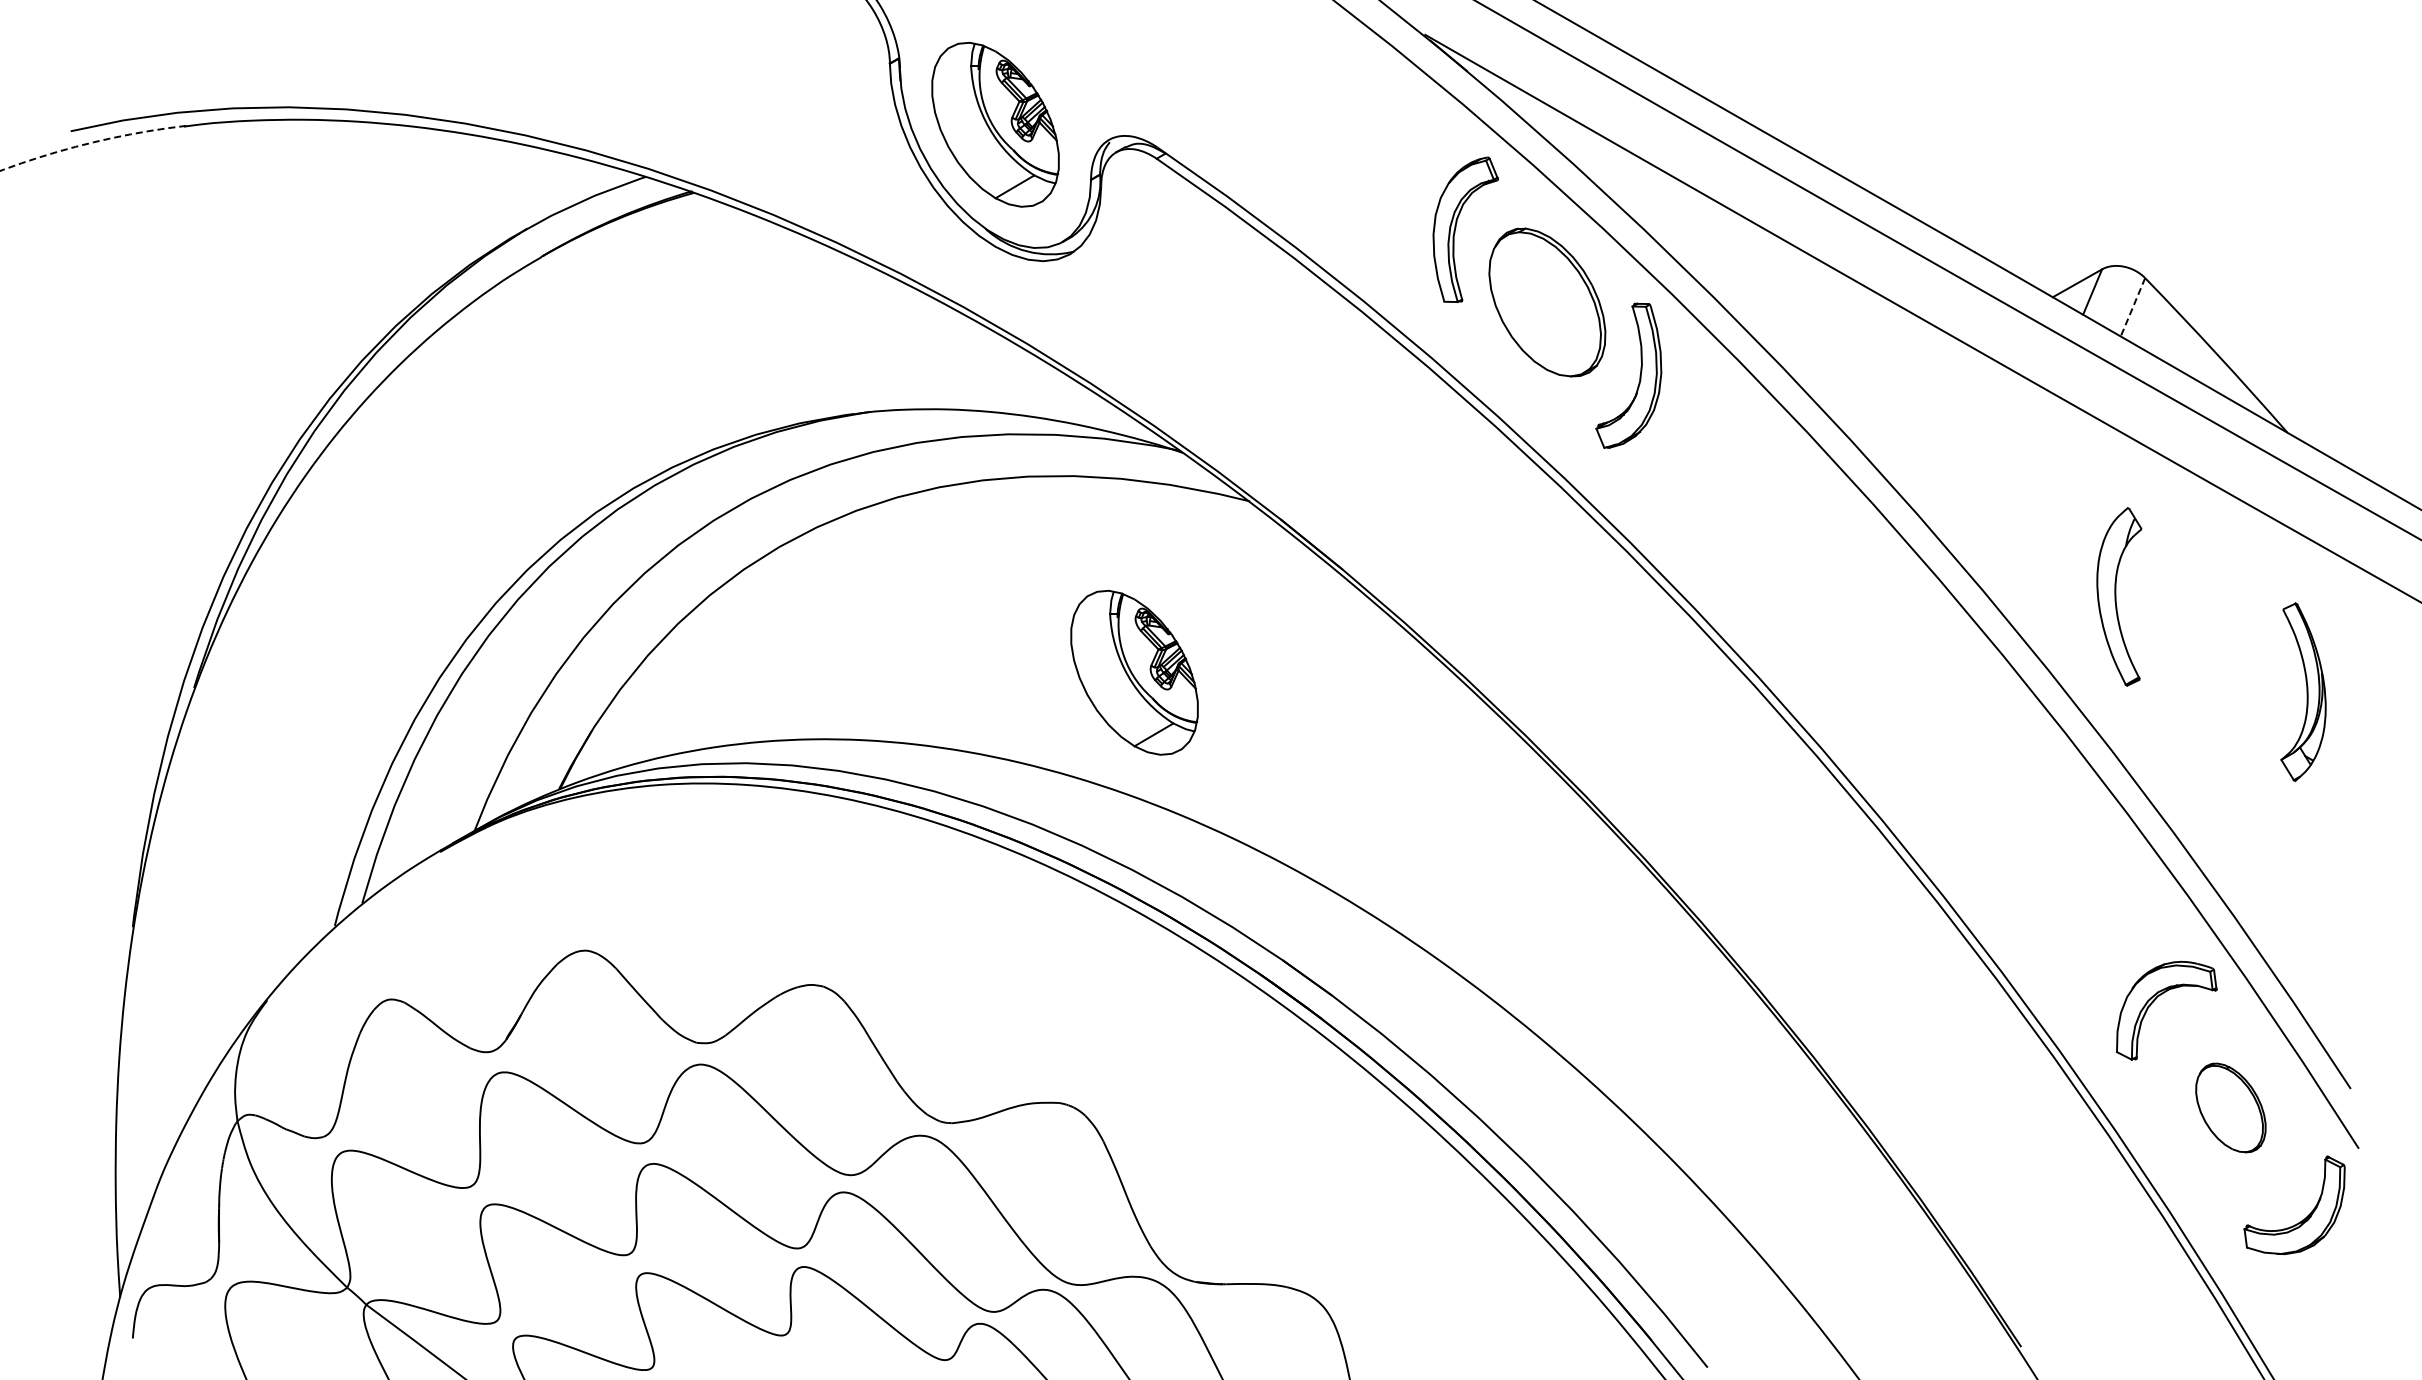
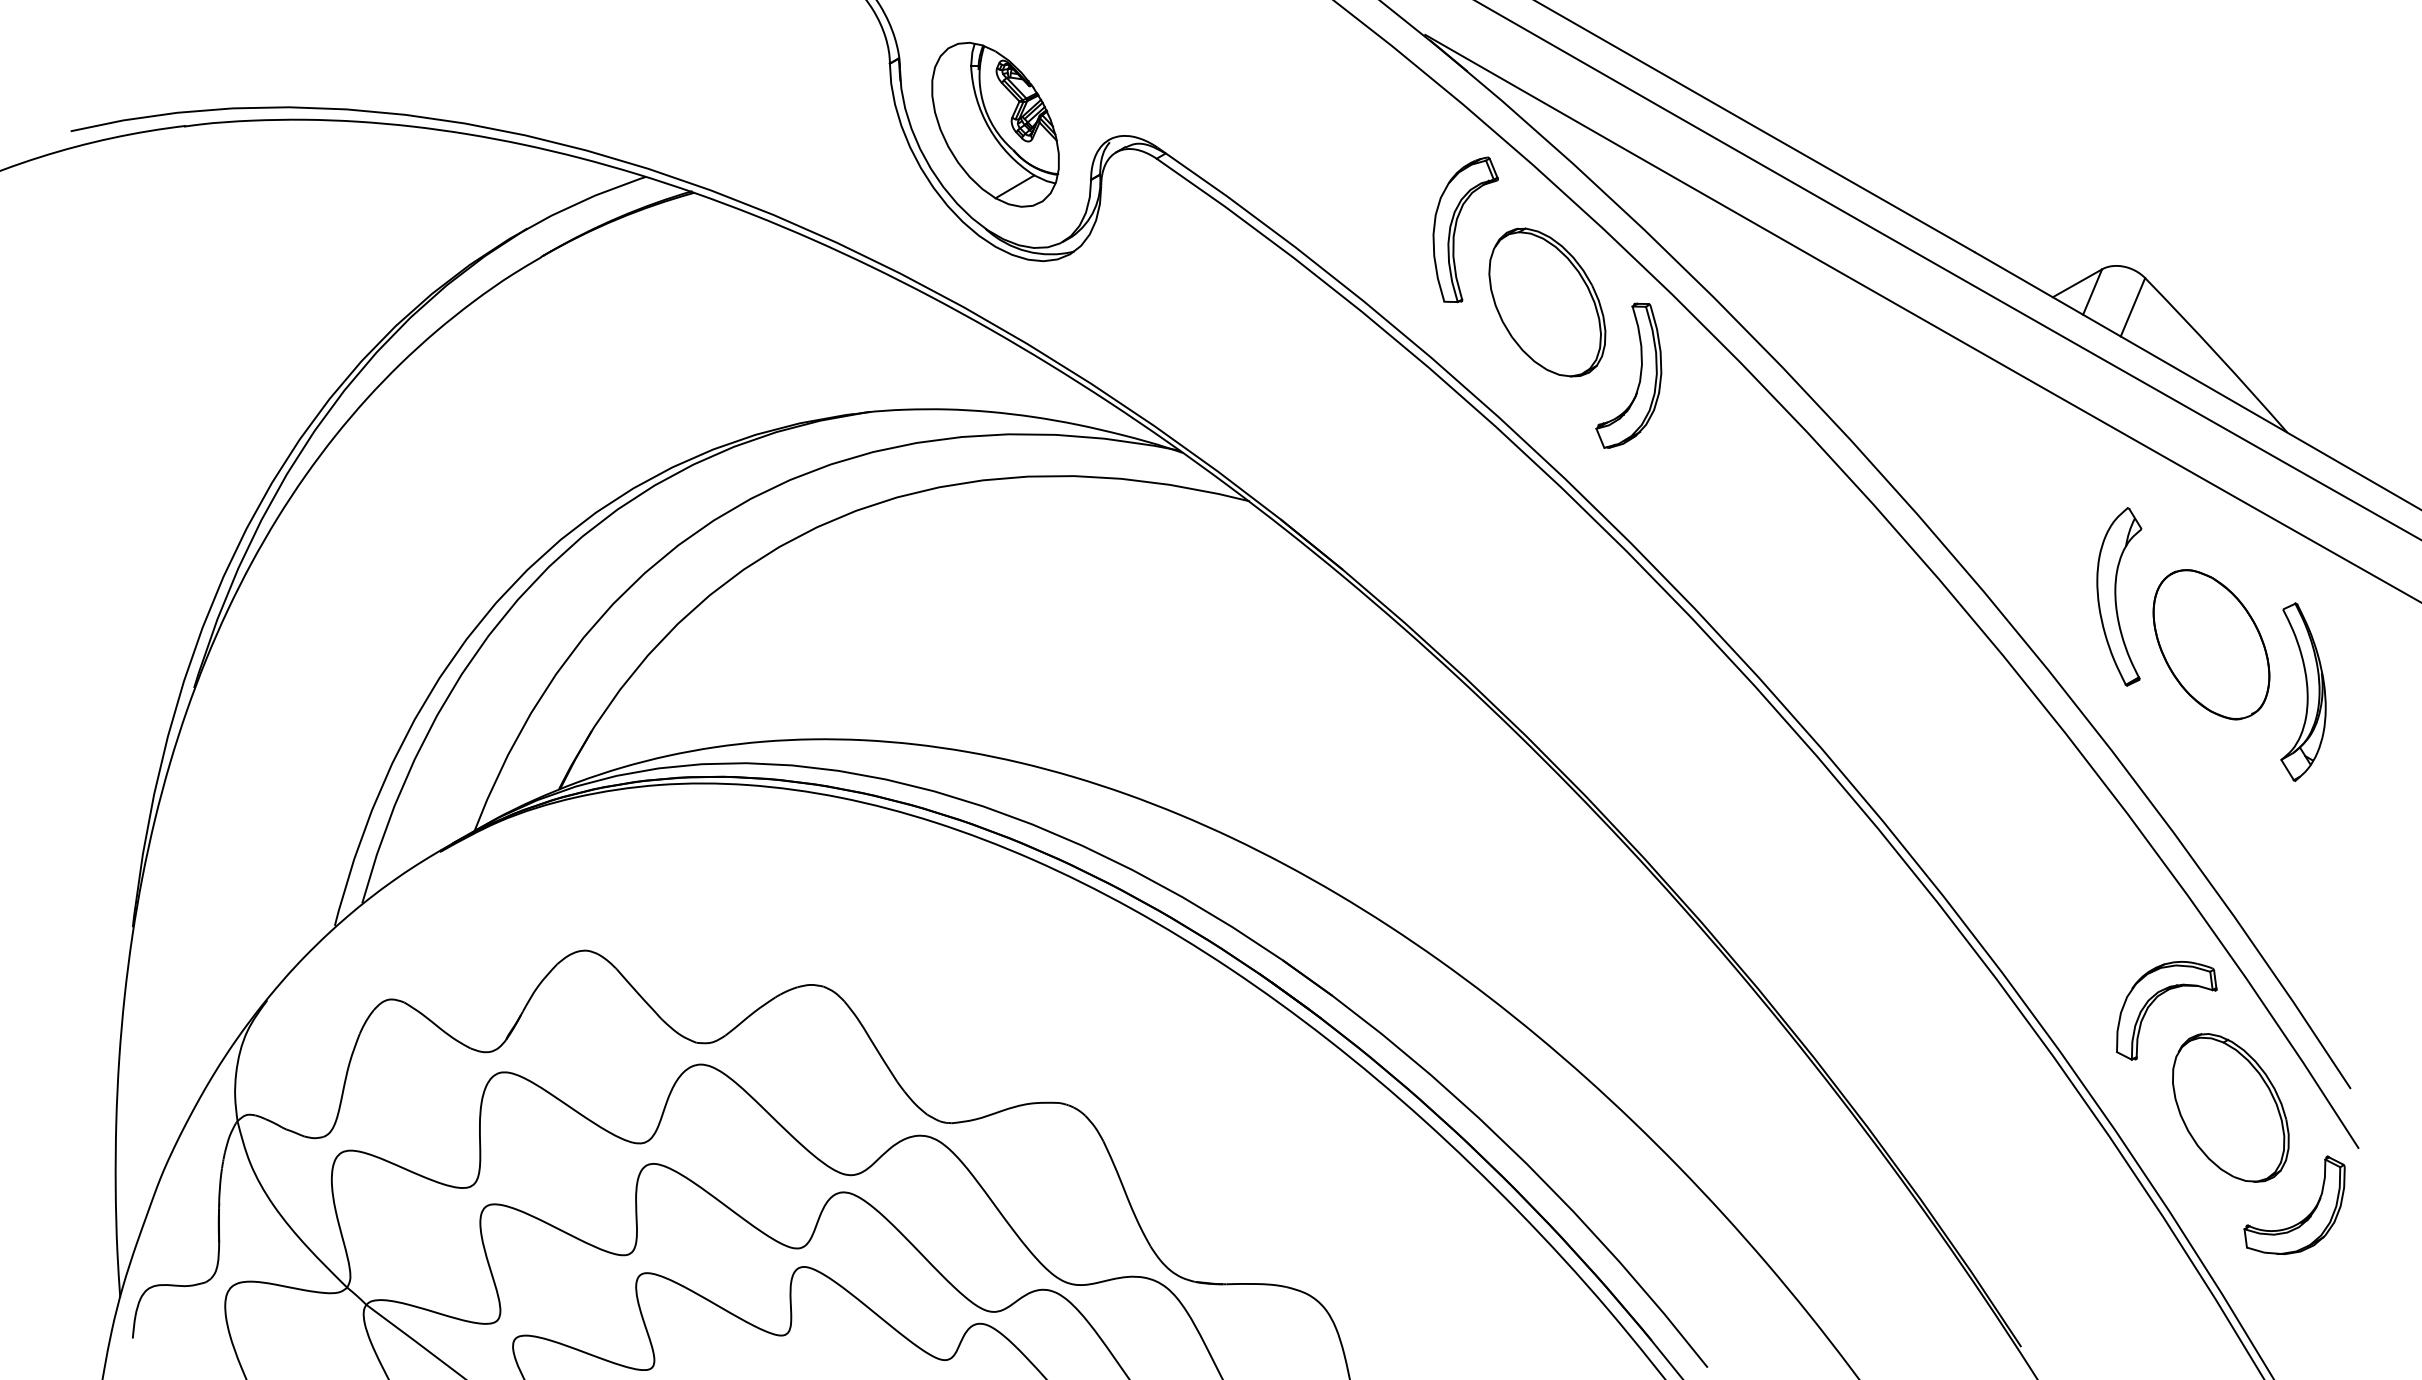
arc at (91, 142): dashed -> solid
line at (2132, 307): dashed -> solid
part at (2211, 644): none -> present
part at (1134, 672): present -> none
part at (2230, 1107) size: 72x92 px -> 118x150 px
